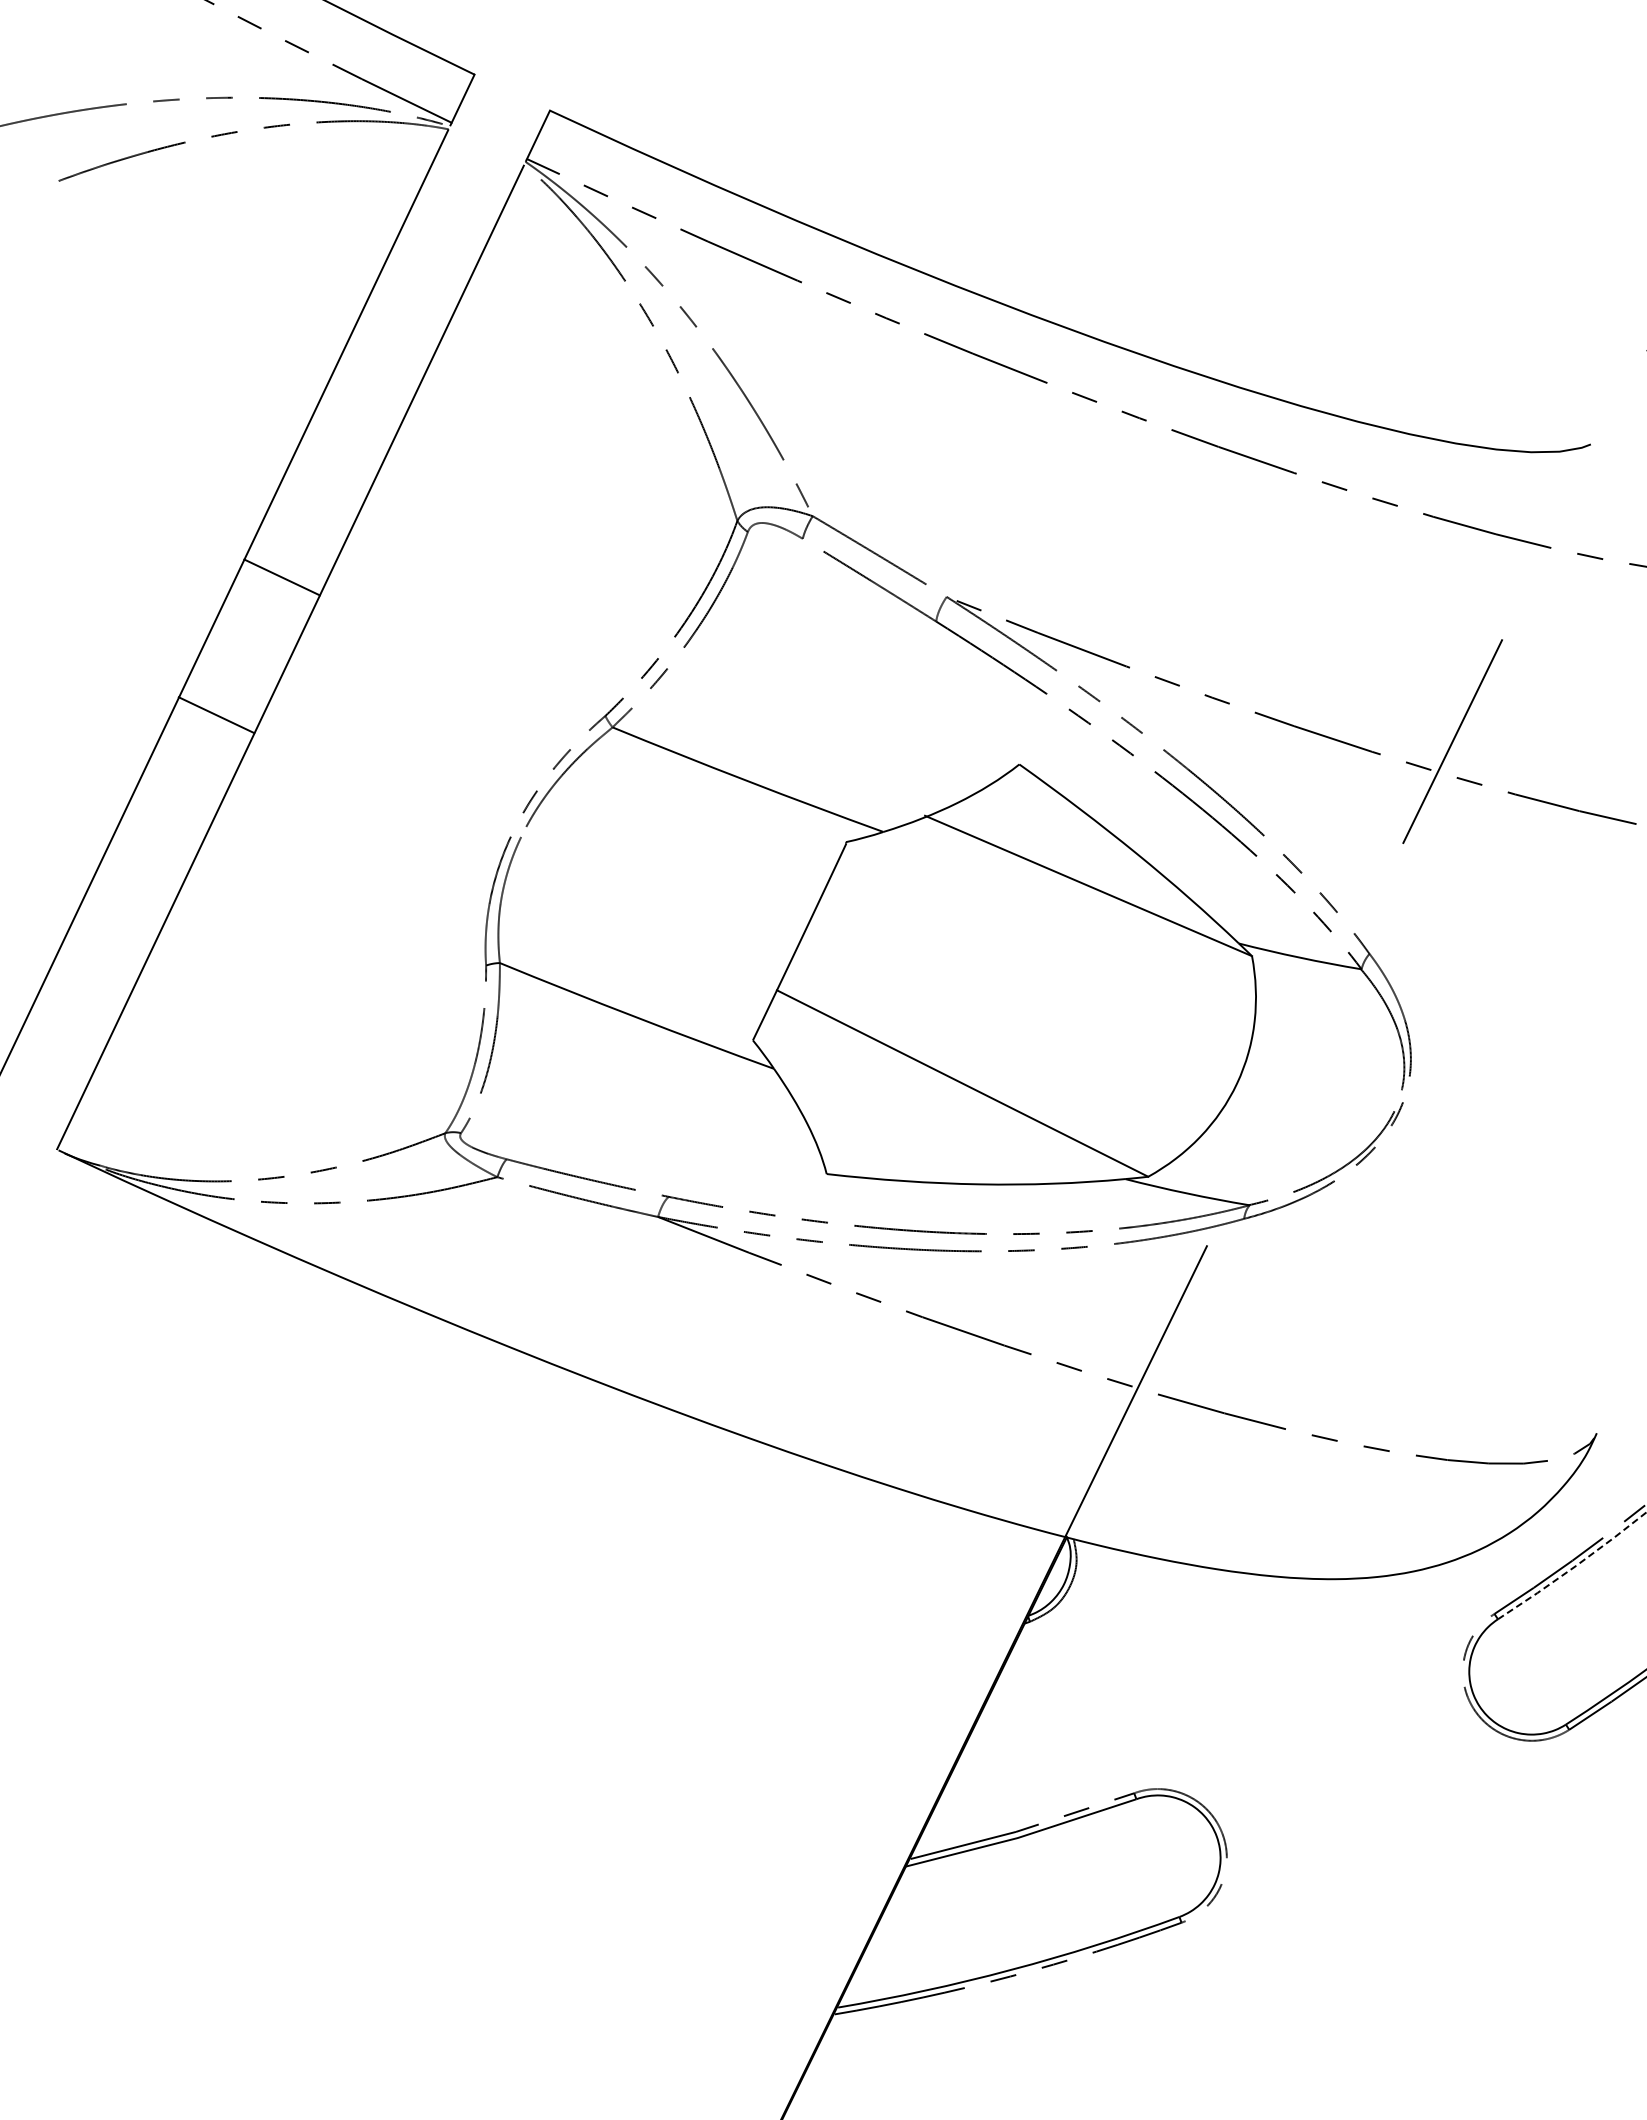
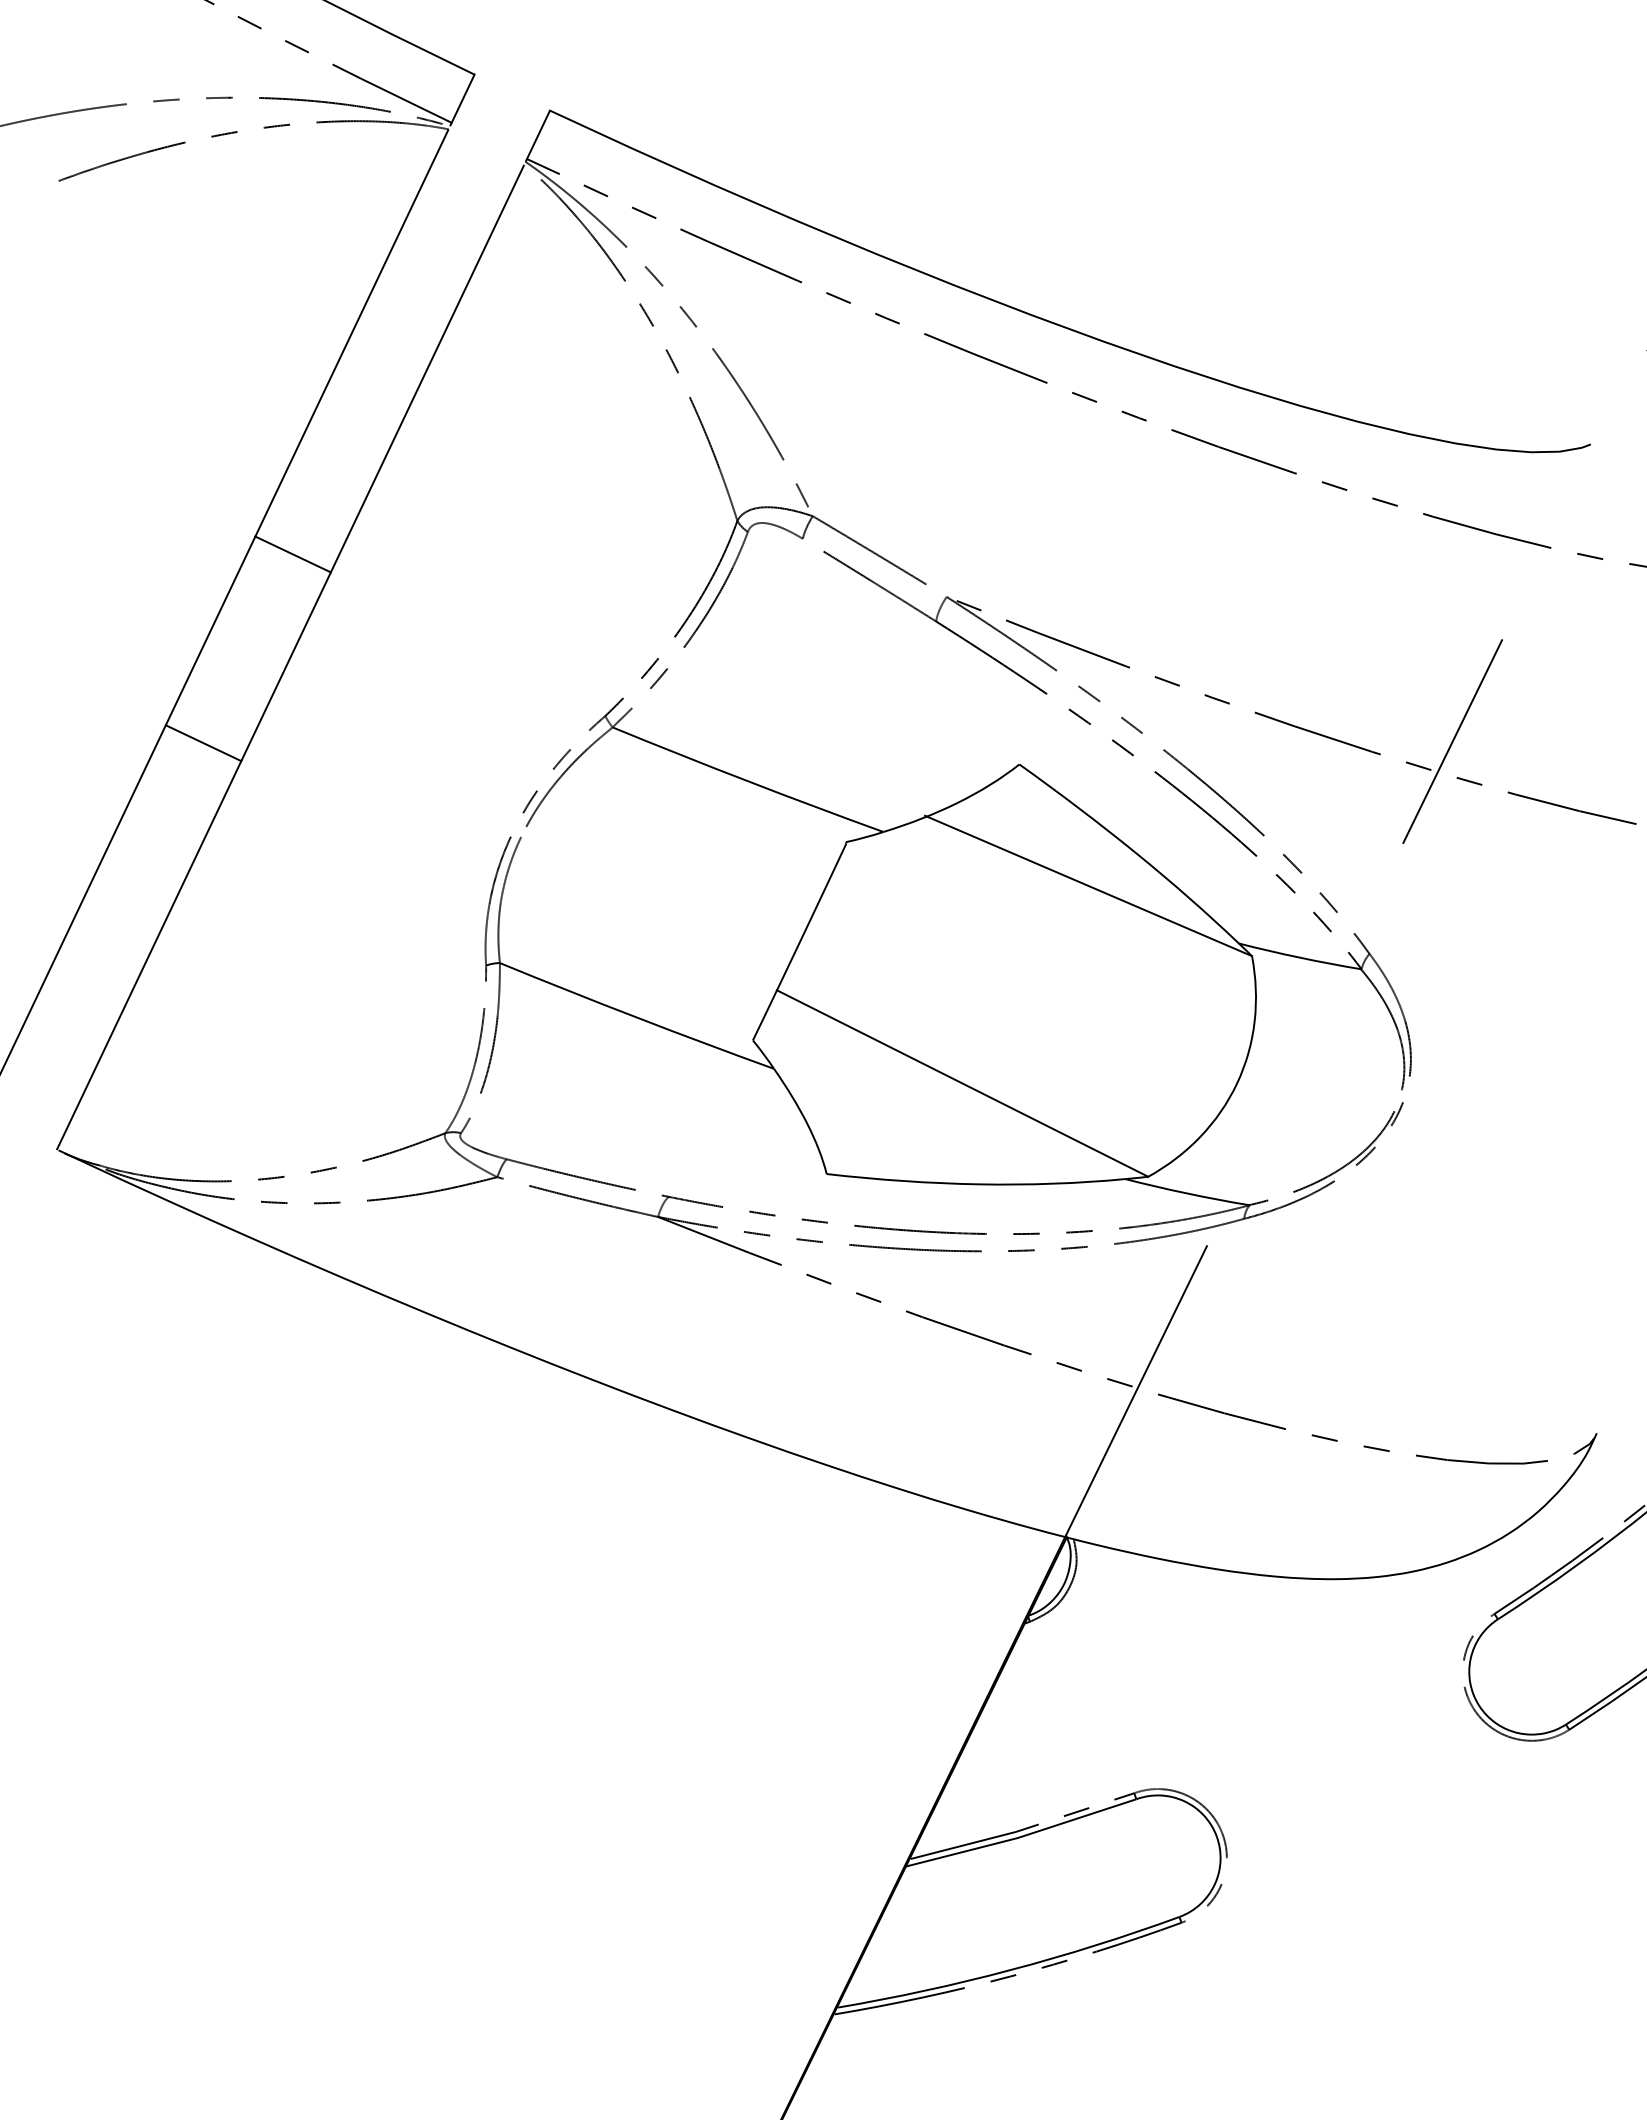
line at (281, 577) position: (281, 577) -> (292, 554)
line at (216, 715) position: (216, 715) -> (203, 743)
arc at (1574, 1567): dashed -> solid
